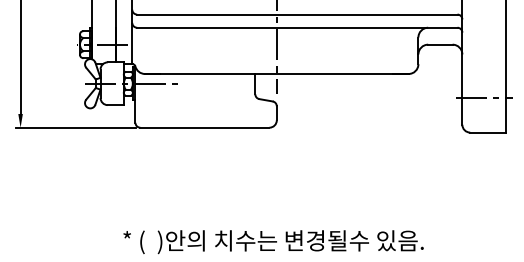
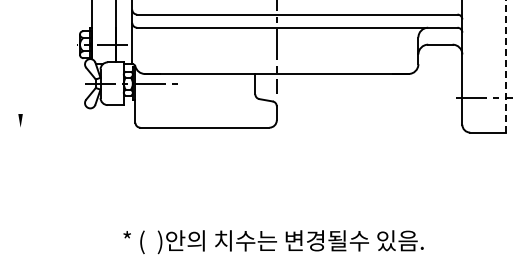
line at (20, 58): present -> none
line at (506, 66): solid -> dashed
line at (75, 127): present -> none
